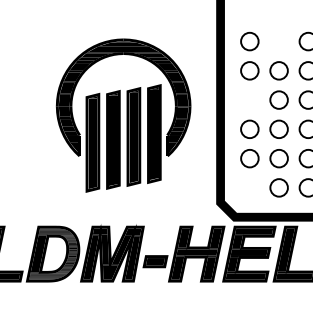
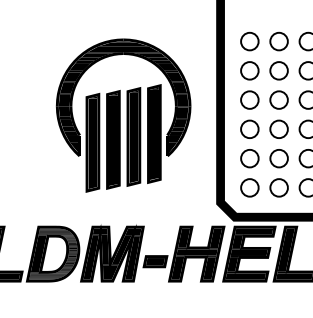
part at (278, 41): none -> present
part at (249, 99): none -> present
part at (249, 187): none -> present
